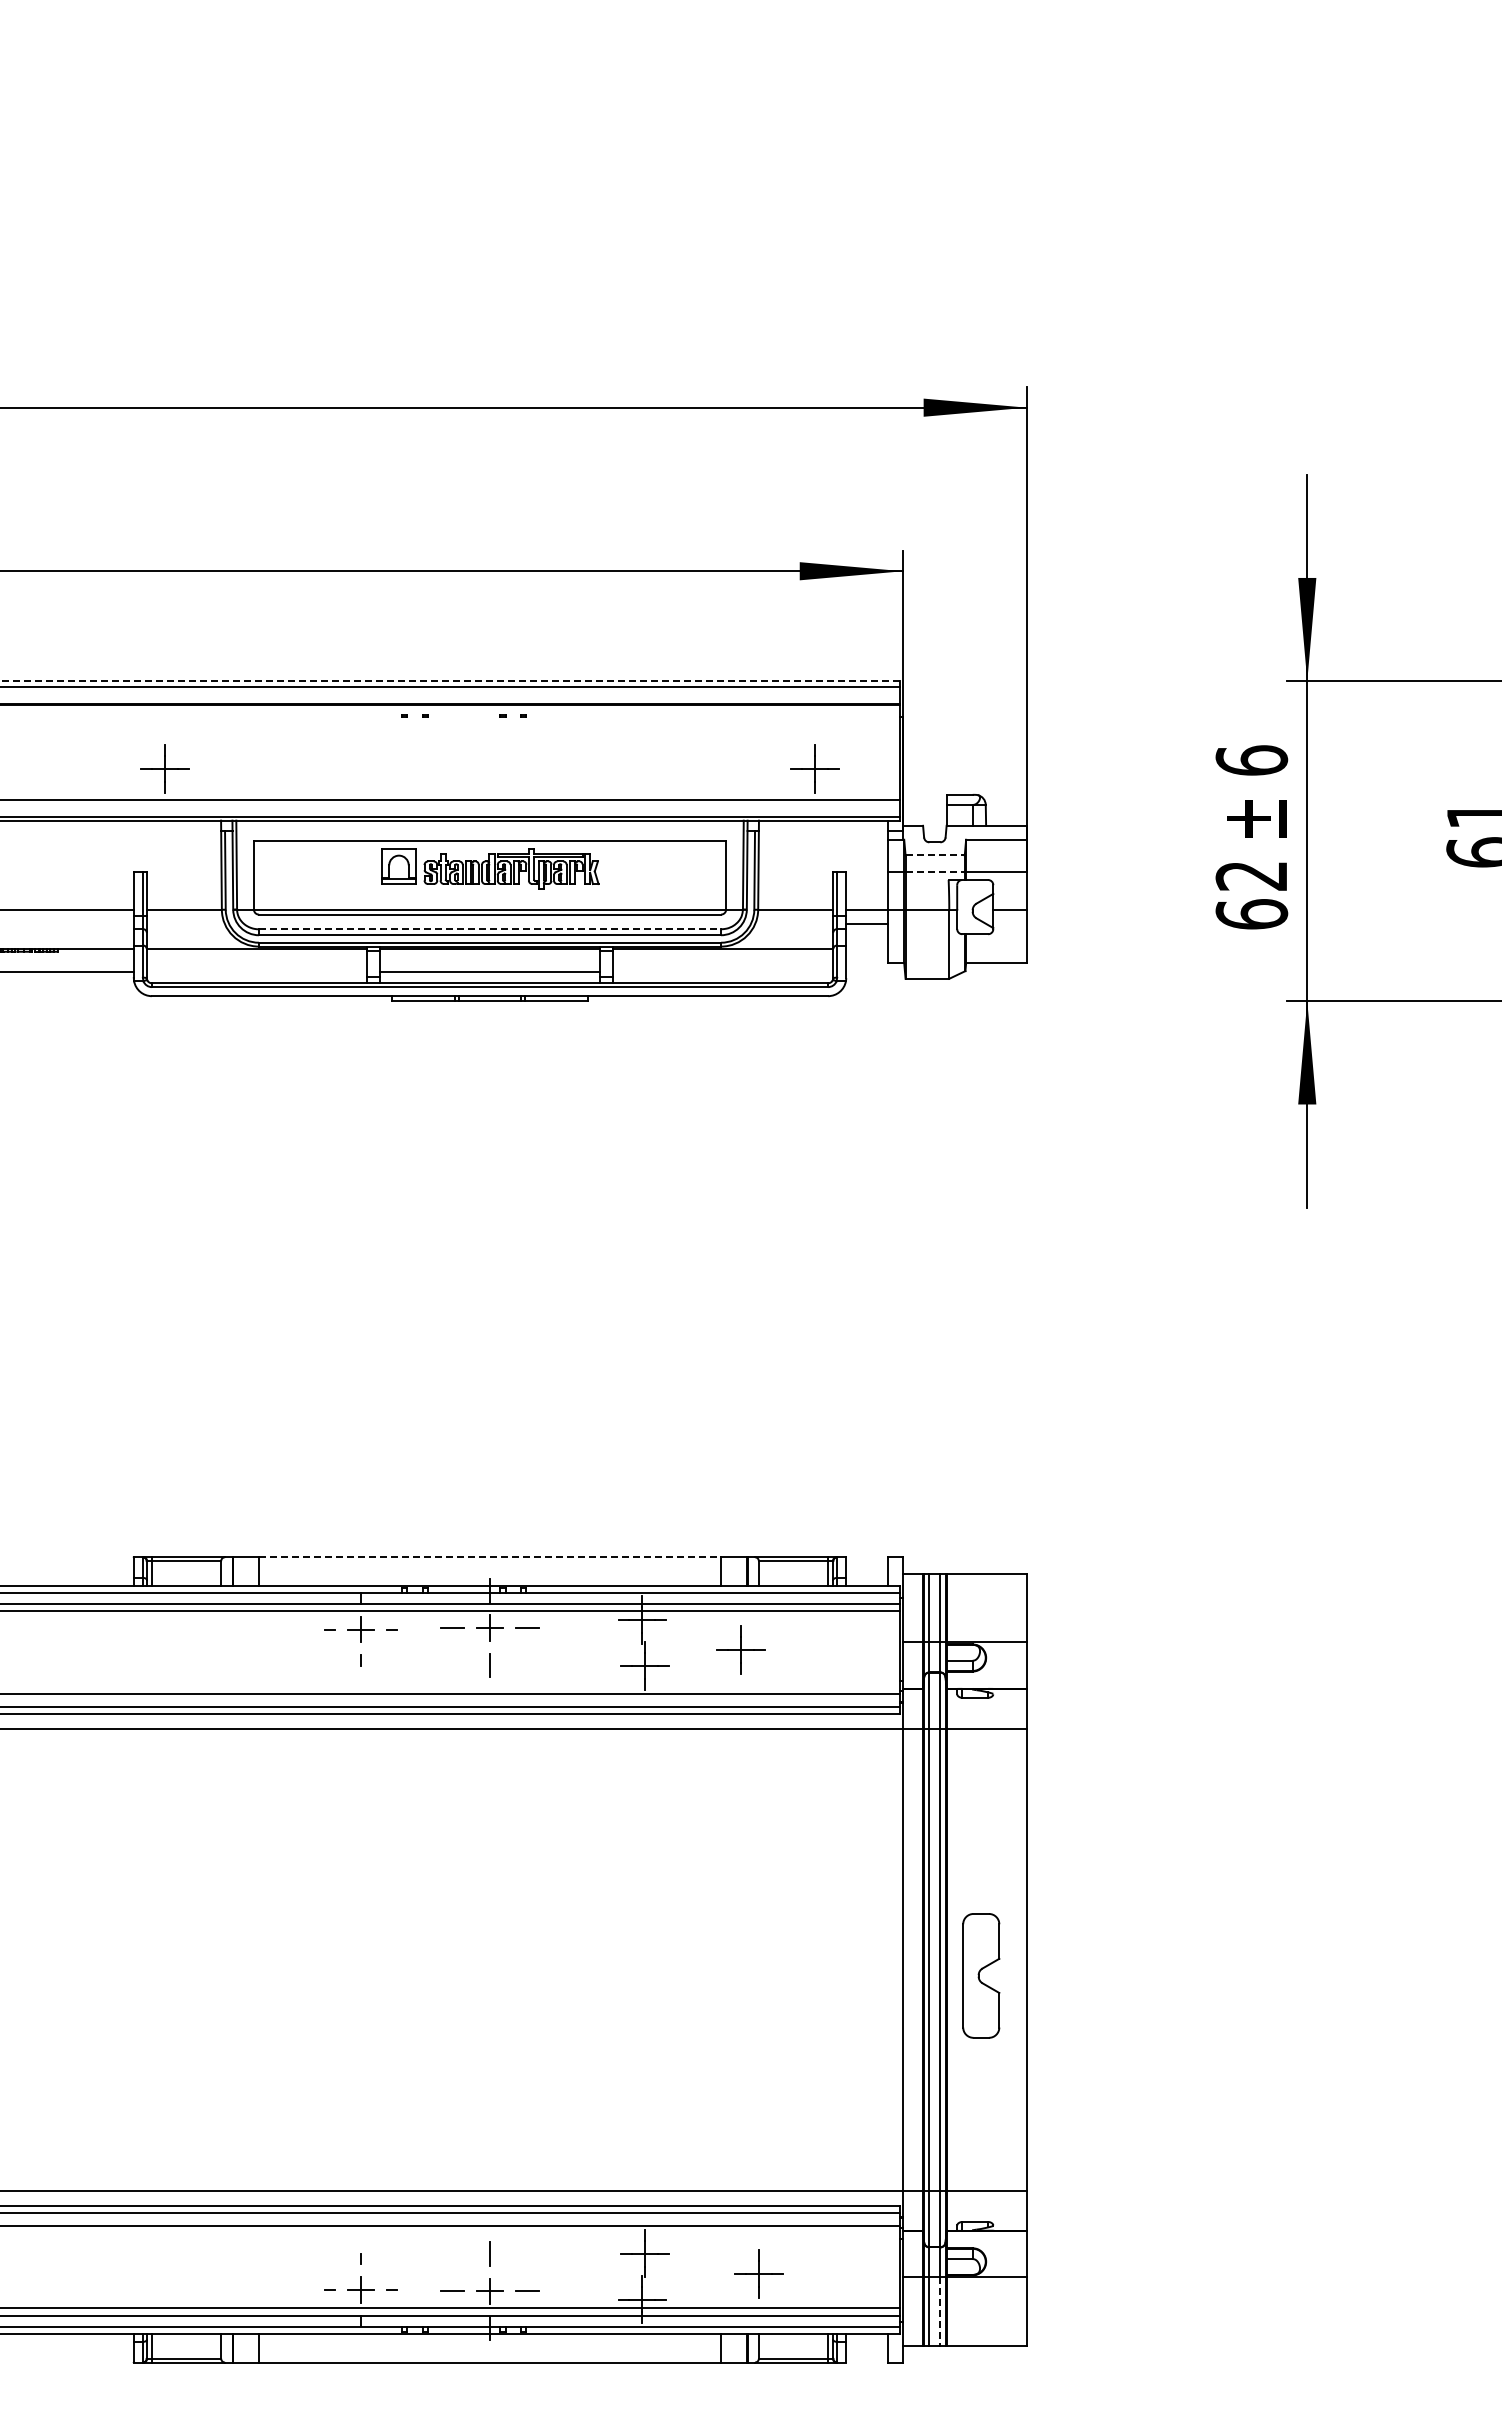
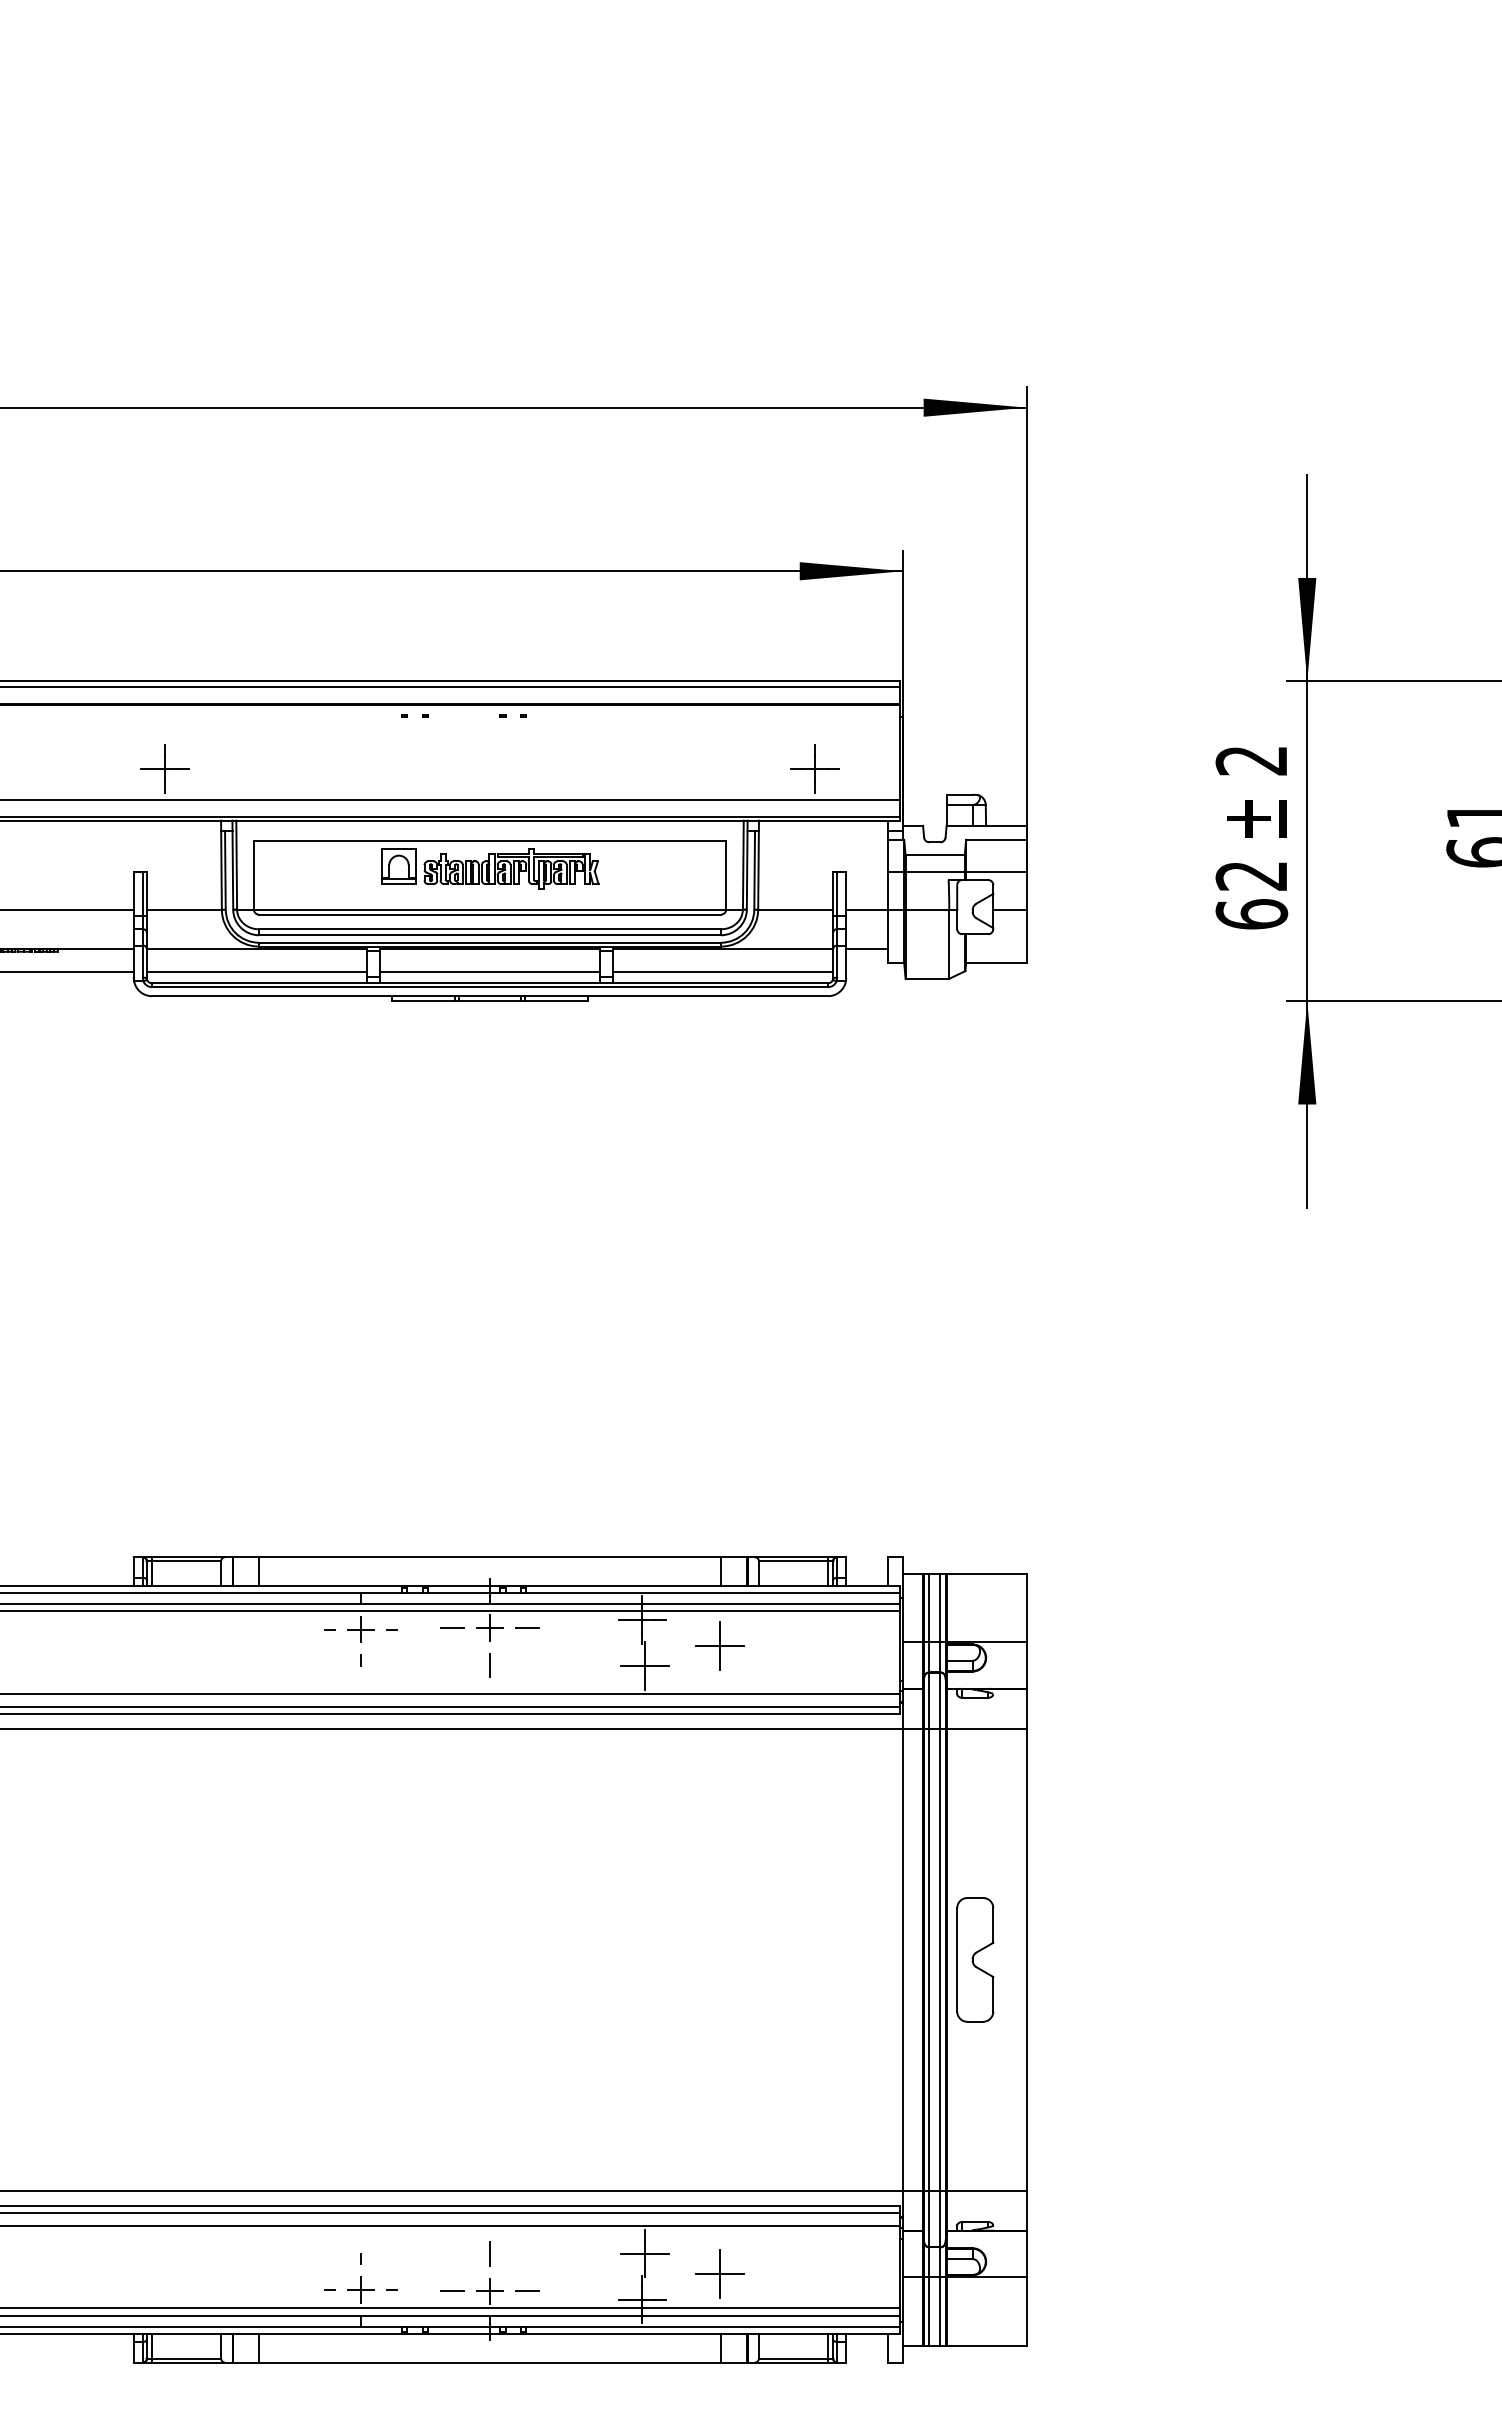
line at (450, 681): dashed -> solid
text at (1251, 760): 6 -> 2
line at (935, 855): dashed -> solid
line at (935, 872): dashed -> solid
line at (866, 924) position: (866, 924) -> (866, 949)
line at (490, 929): dashed -> solid
line at (256, 972): none -> present
line at (723, 972): none -> present
line at (490, 1557): dashed -> solid
part at (740, 1649) position: (740, 1649) -> (719, 1645)
part at (981, 1975) position: (981, 1975) -> (975, 1959)
part at (758, 2273) position: (758, 2273) -> (719, 2273)
line at (940, 2312): dashed -> solid
